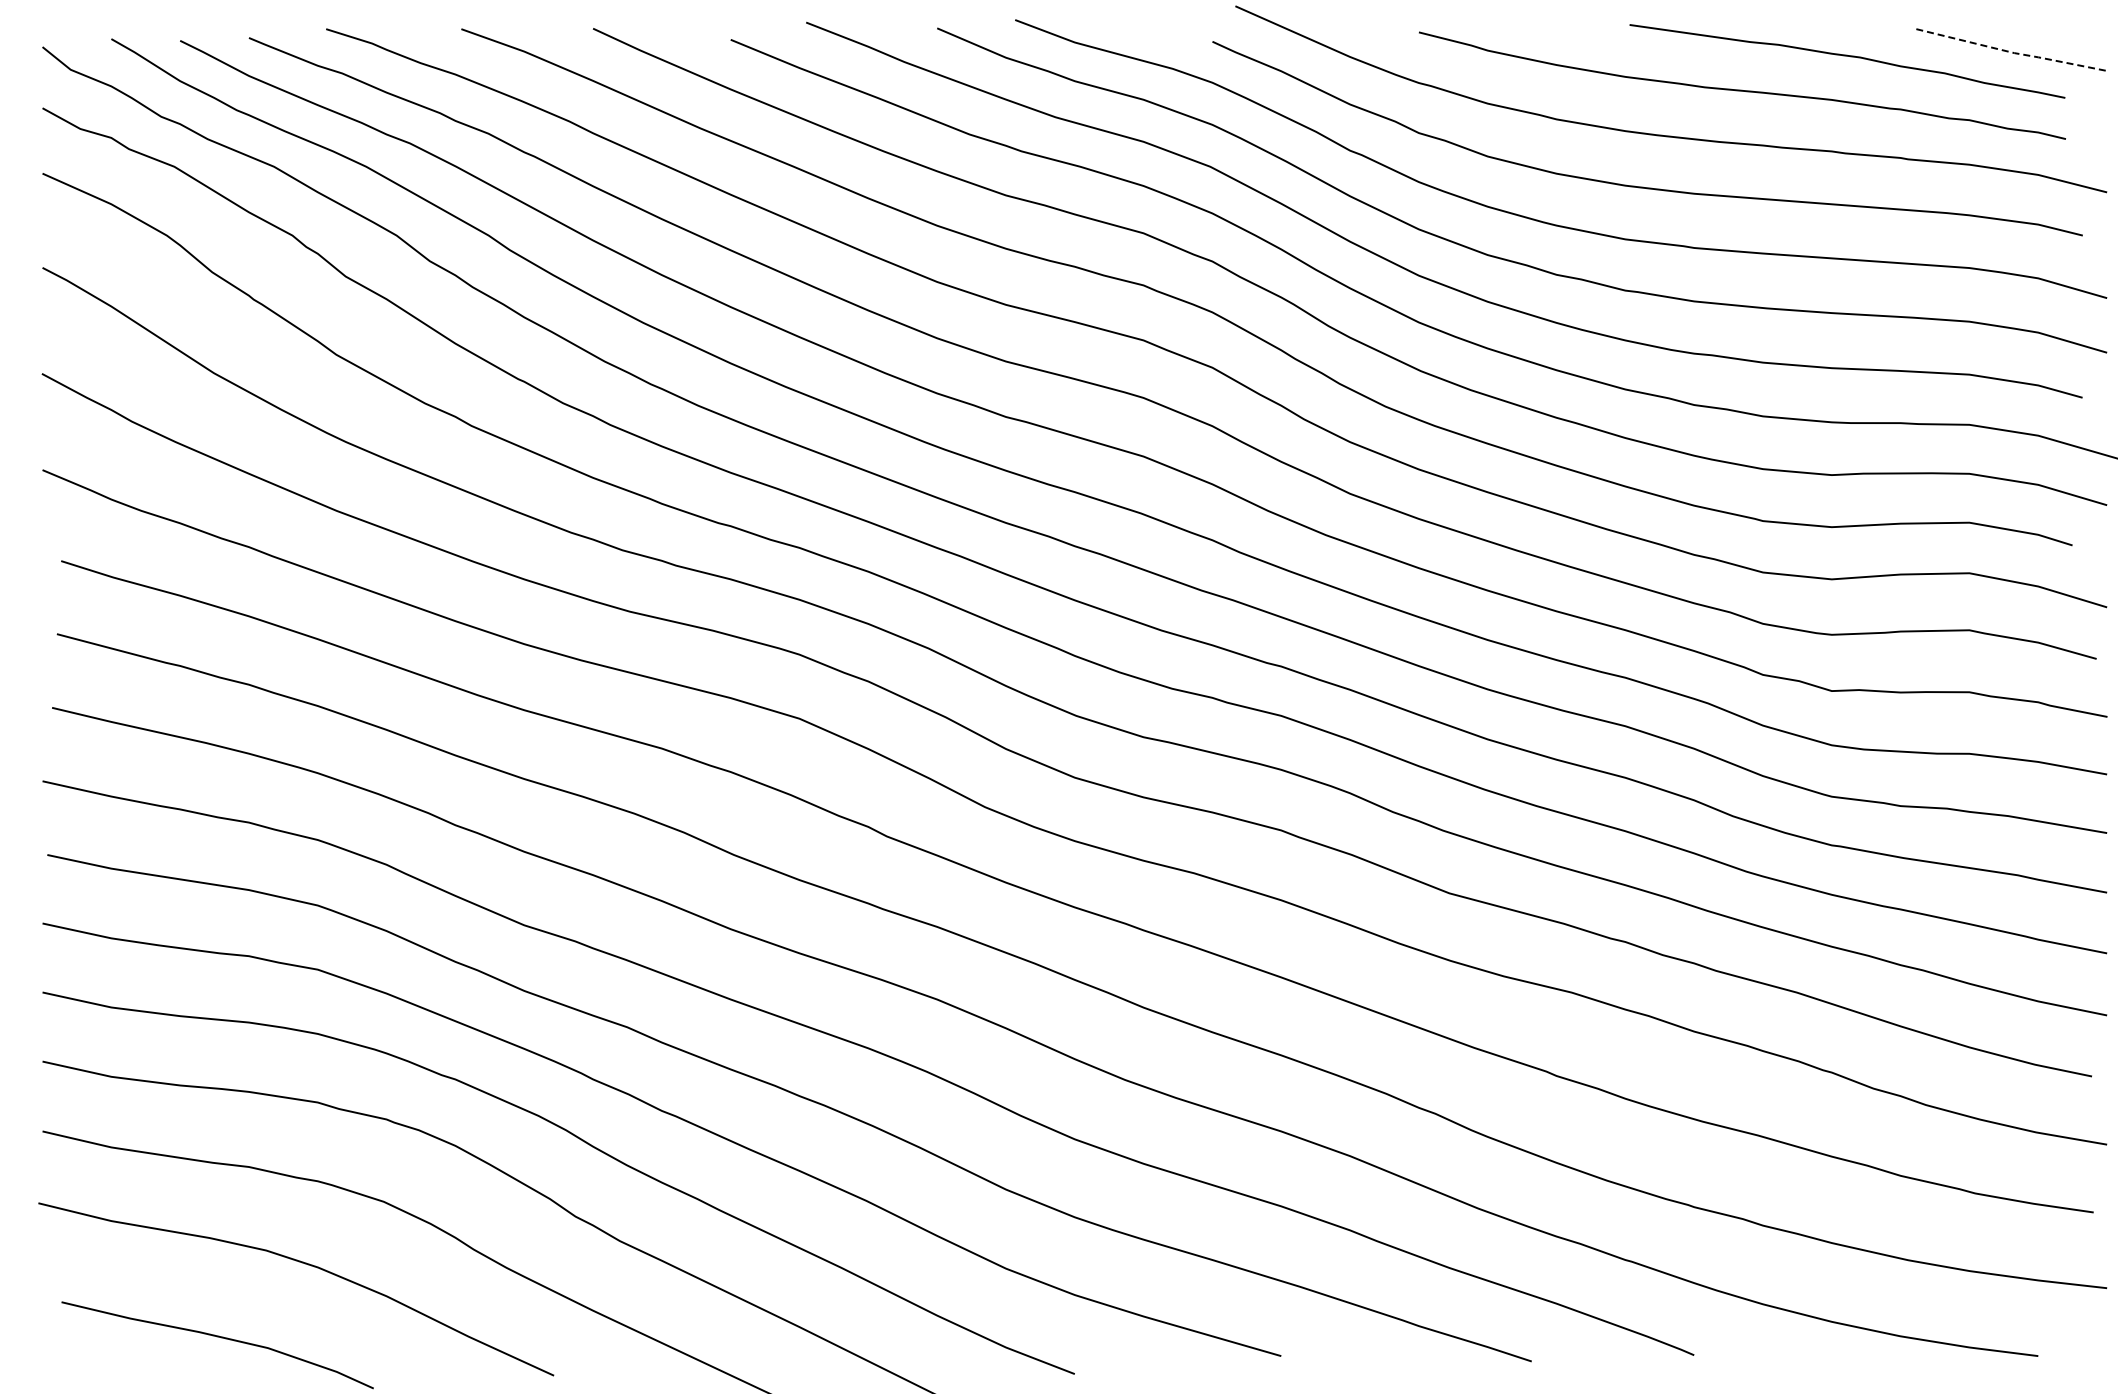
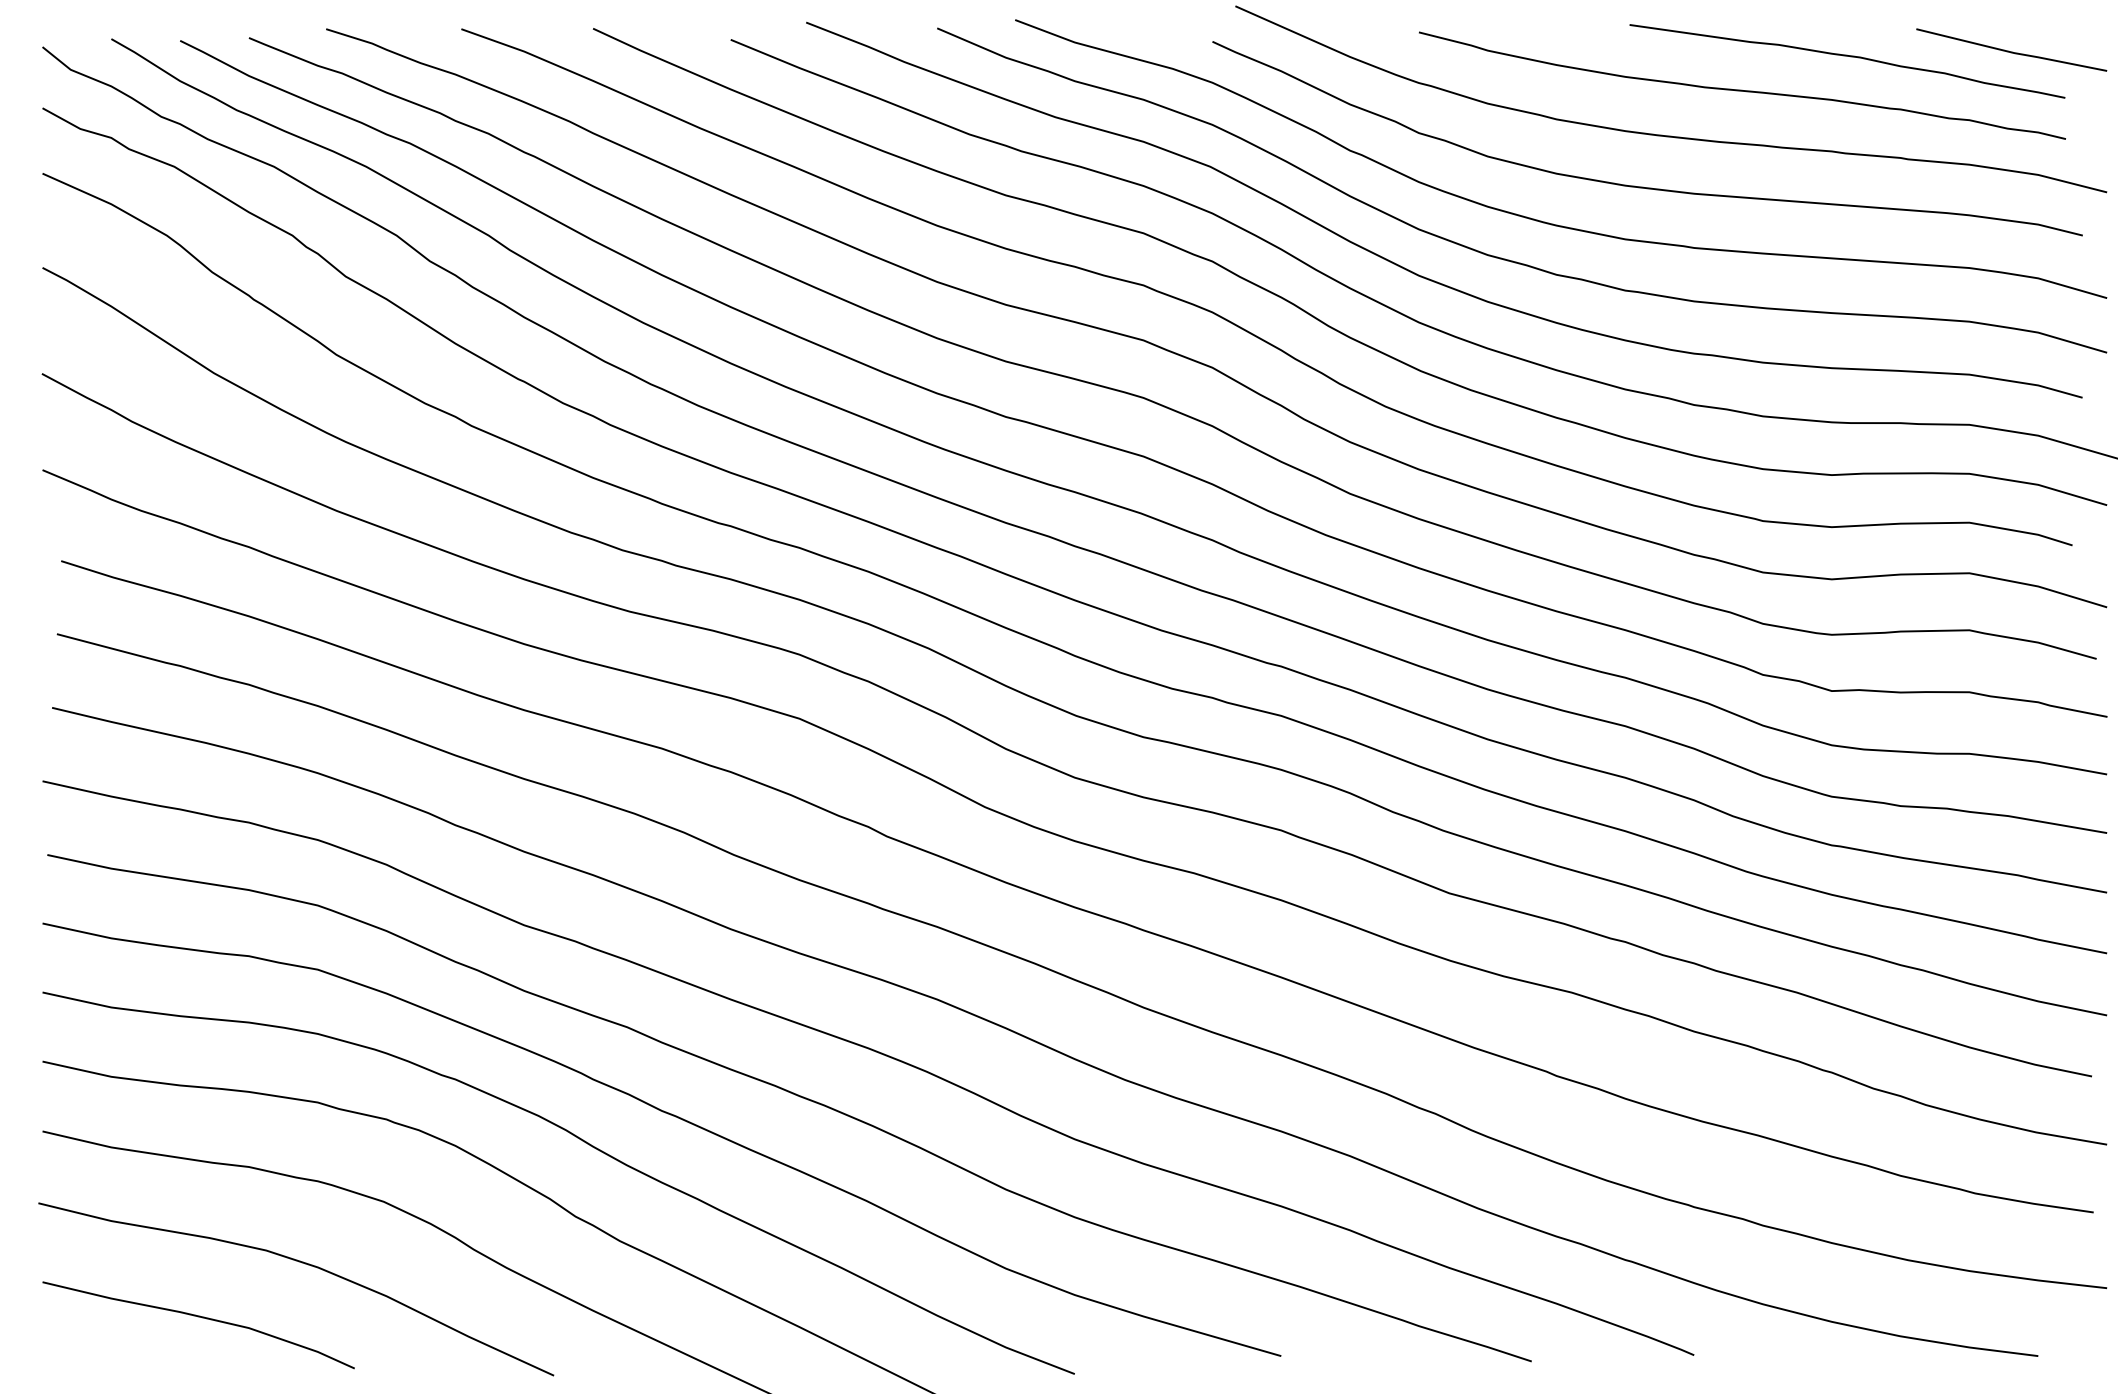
line at (2013, 52): dashed -> solid
curve at (217, 1337) position: (217, 1337) -> (198, 1317)
